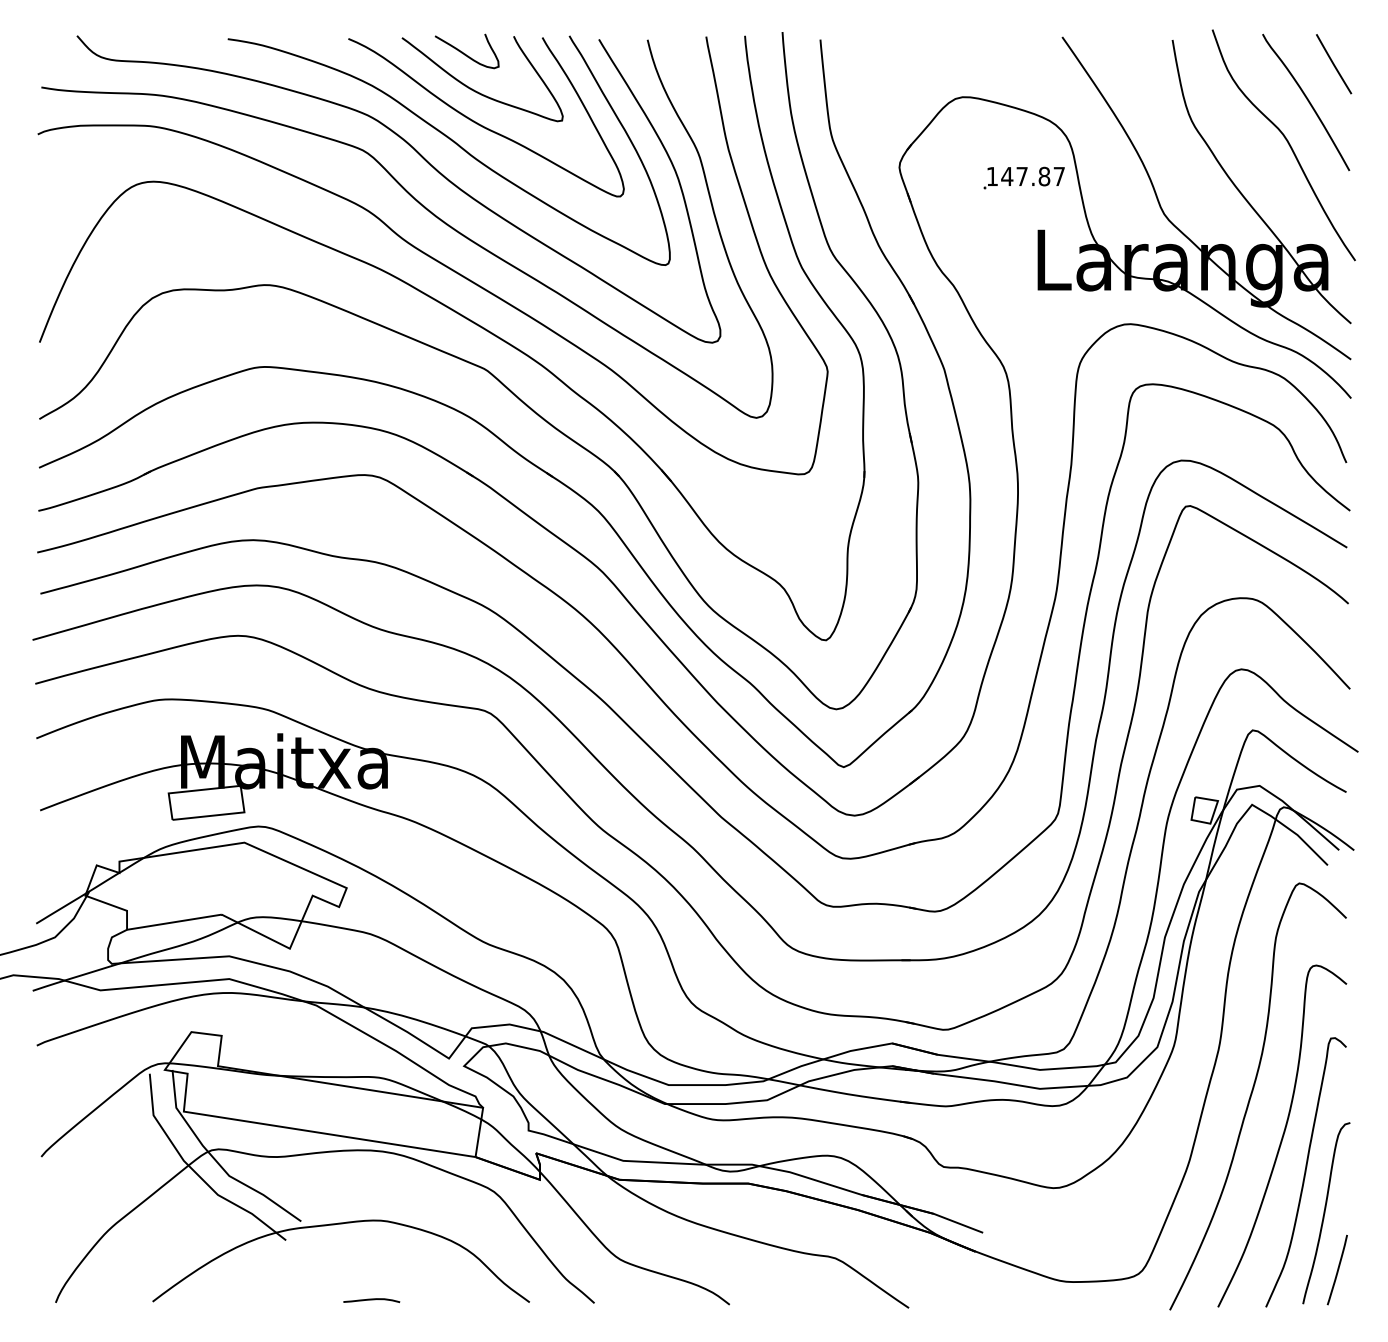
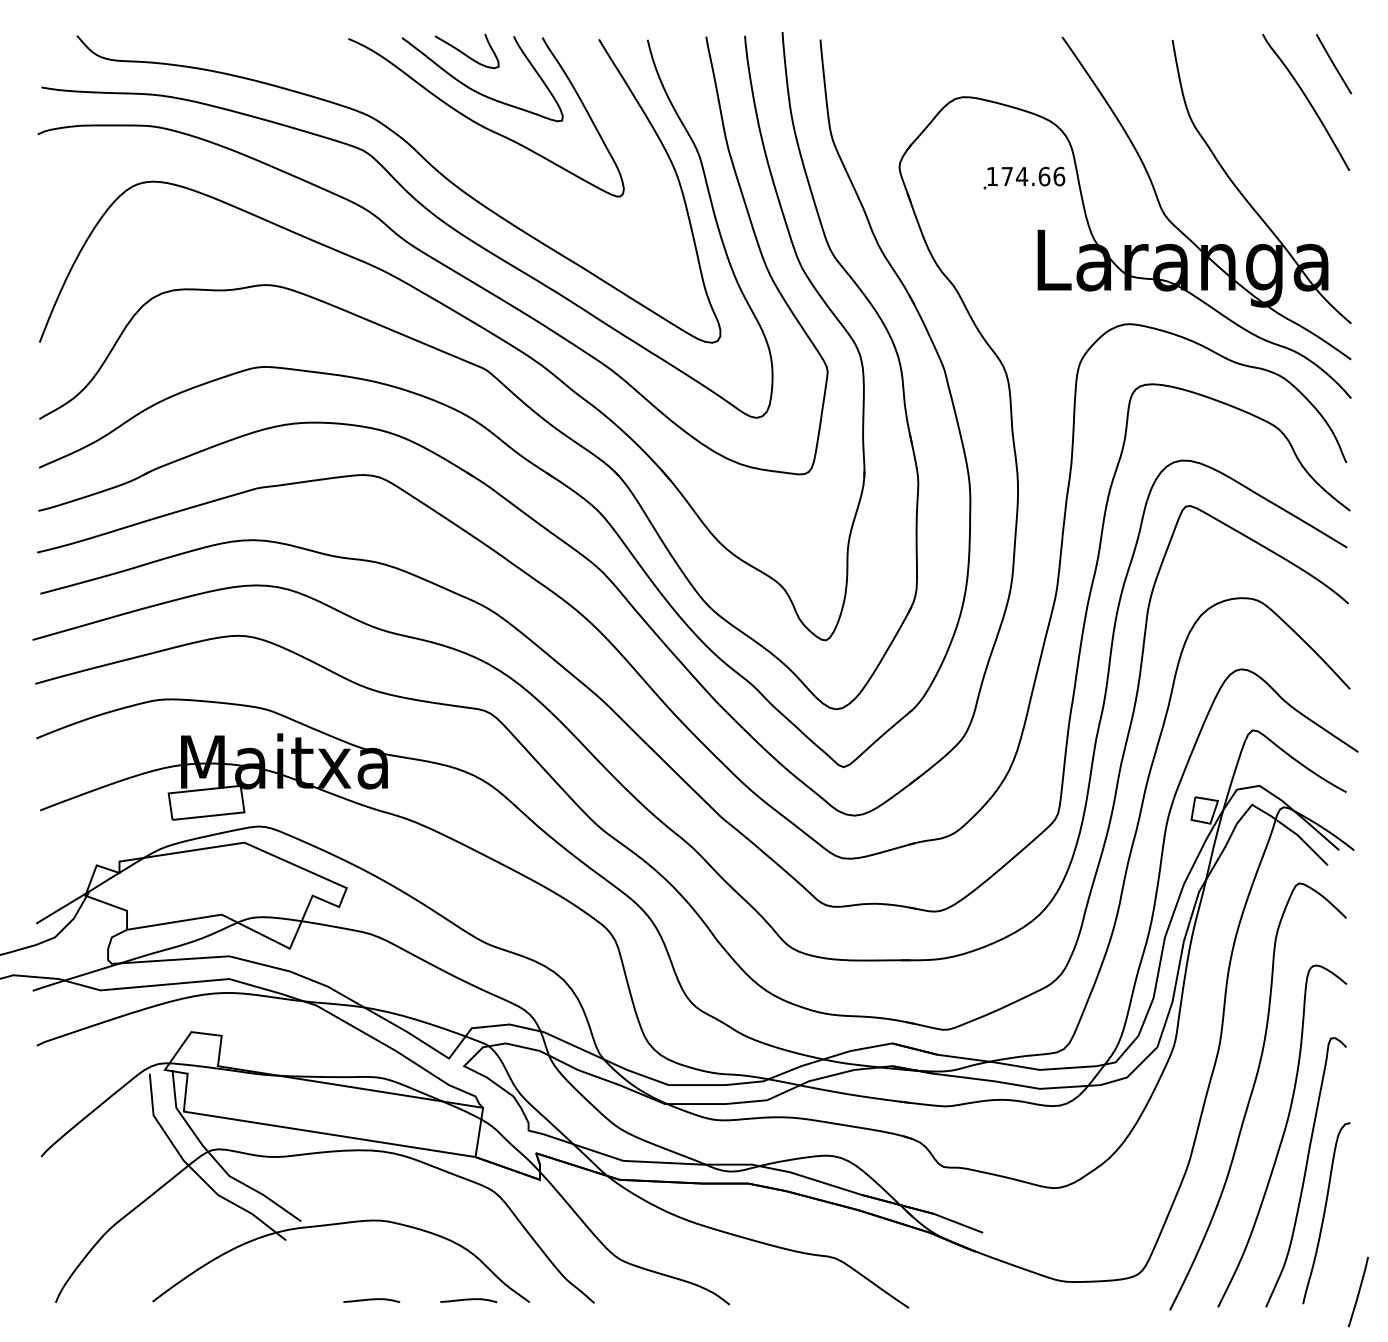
curve at (454, 143): present -> none
curve at (1287, 143): present -> none
text at (1033, 176): 147.87 -> 174.66
line at (1337, 1269) position: (1337, 1269) -> (1358, 1291)
curve at (468, 1300): none -> present
